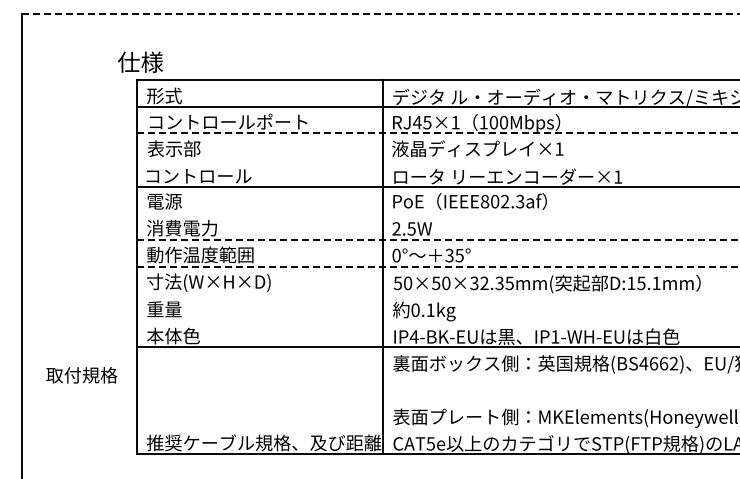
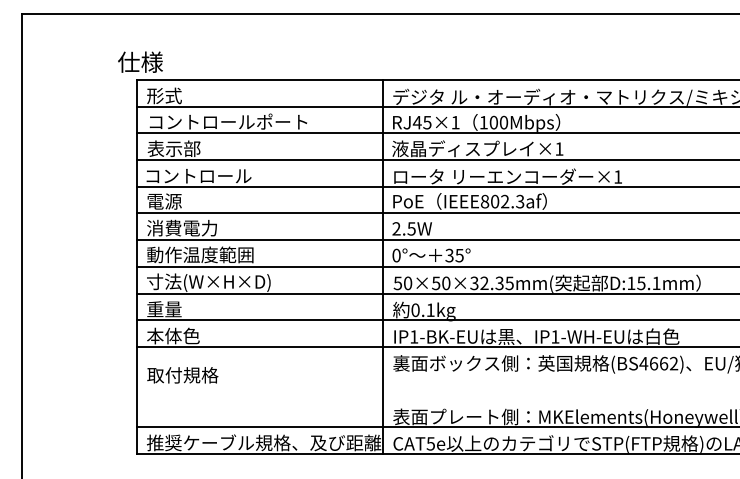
line at (381, 14): dashed -> solid
line at (438, 133): dashed -> solid
line at (436, 160): none -> present
line at (436, 213): none -> present
line at (438, 240): dashed -> solid
line at (438, 266): dashed -> solid
line at (436, 293): none -> present
line at (436, 320): none -> present
text at (413, 336): IP4-BK-EU -> IP1-BK-EU
text at (81, 375) position: (81, 375) -> (182, 375)
line at (436, 427): none -> present
